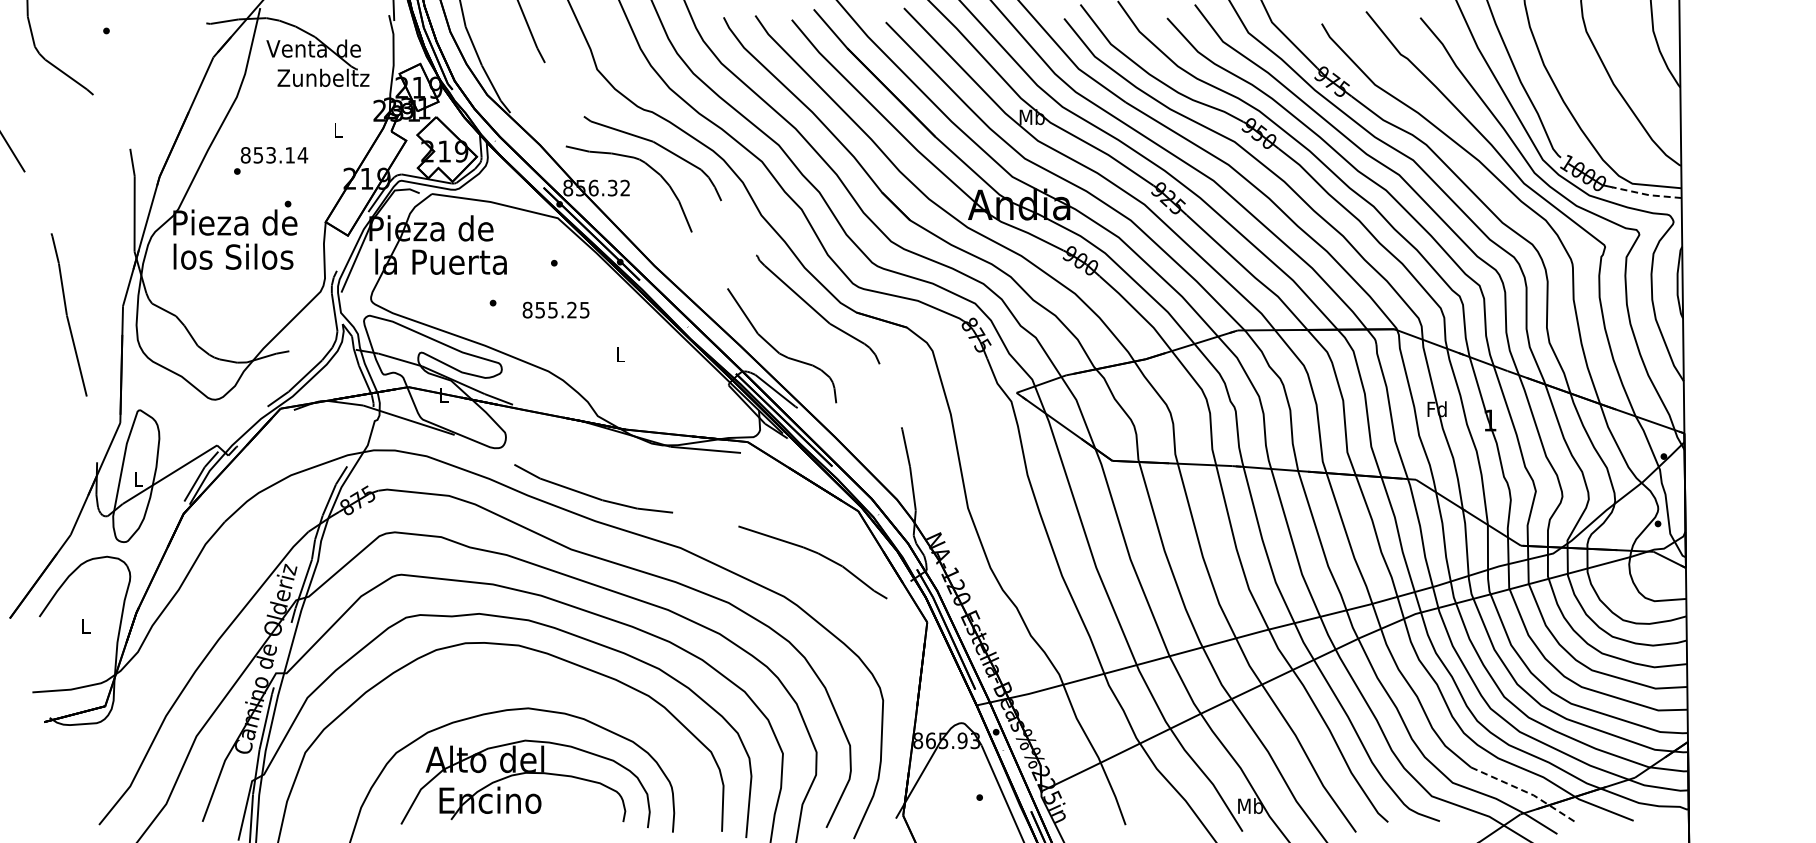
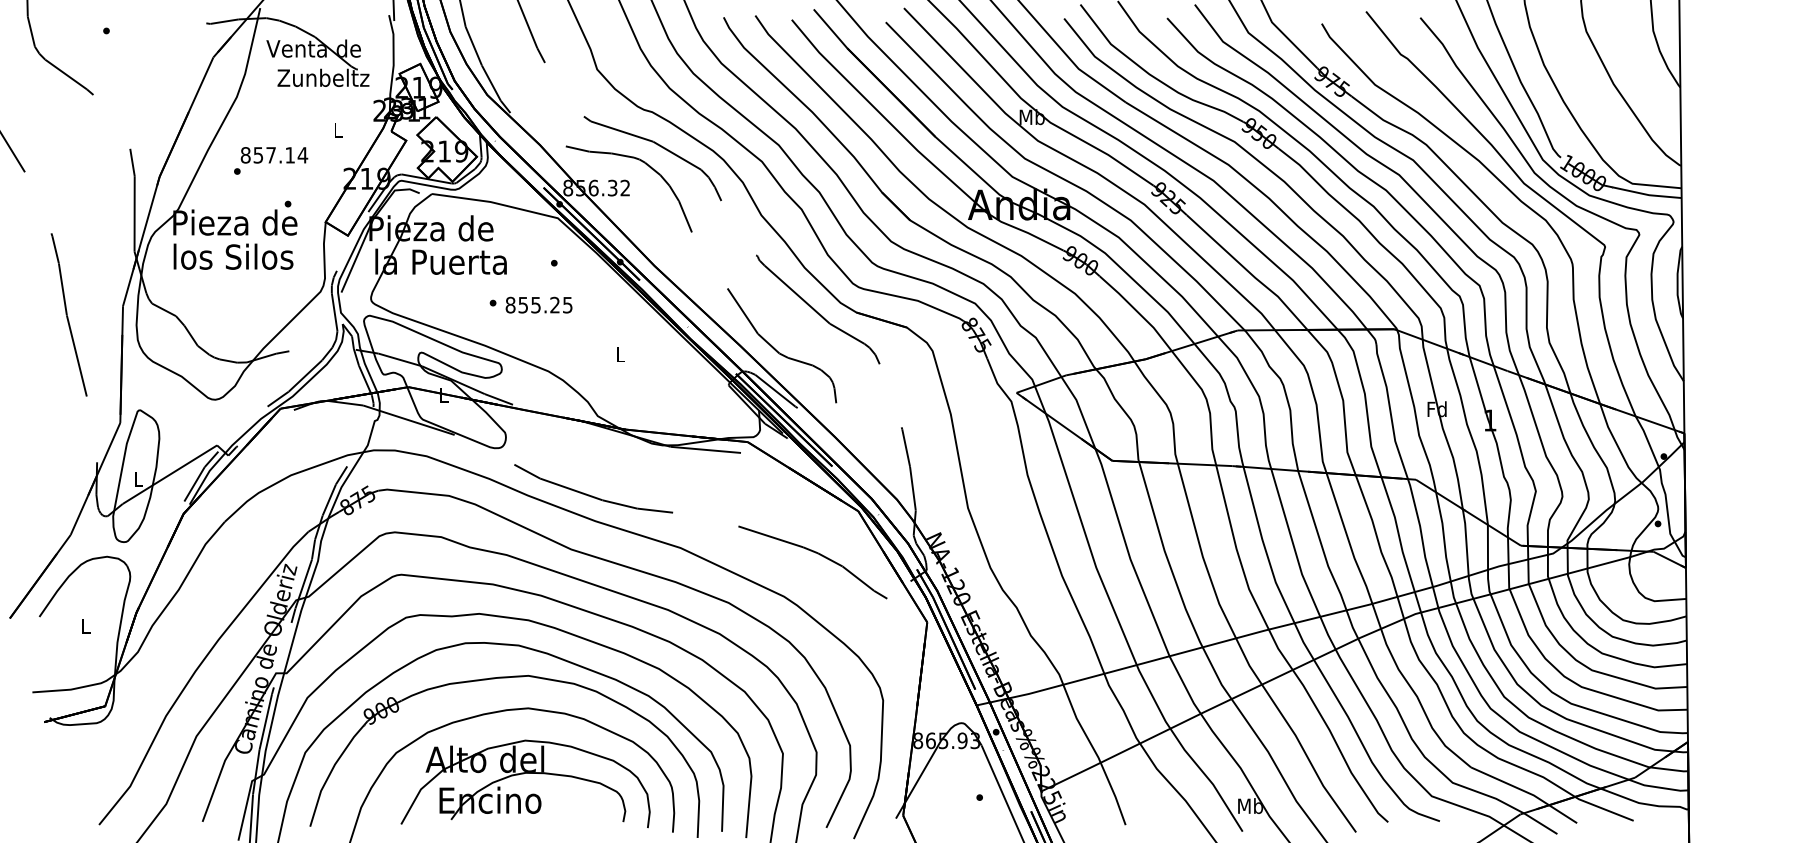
text at (270, 155): 853.14 -> 857.14
line at (1647, 194): dashed -> solid
text at (555, 309) position: (555, 309) -> (538, 304)
part at (494, 679): none -> present
line at (1526, 792): dashed -> solid
